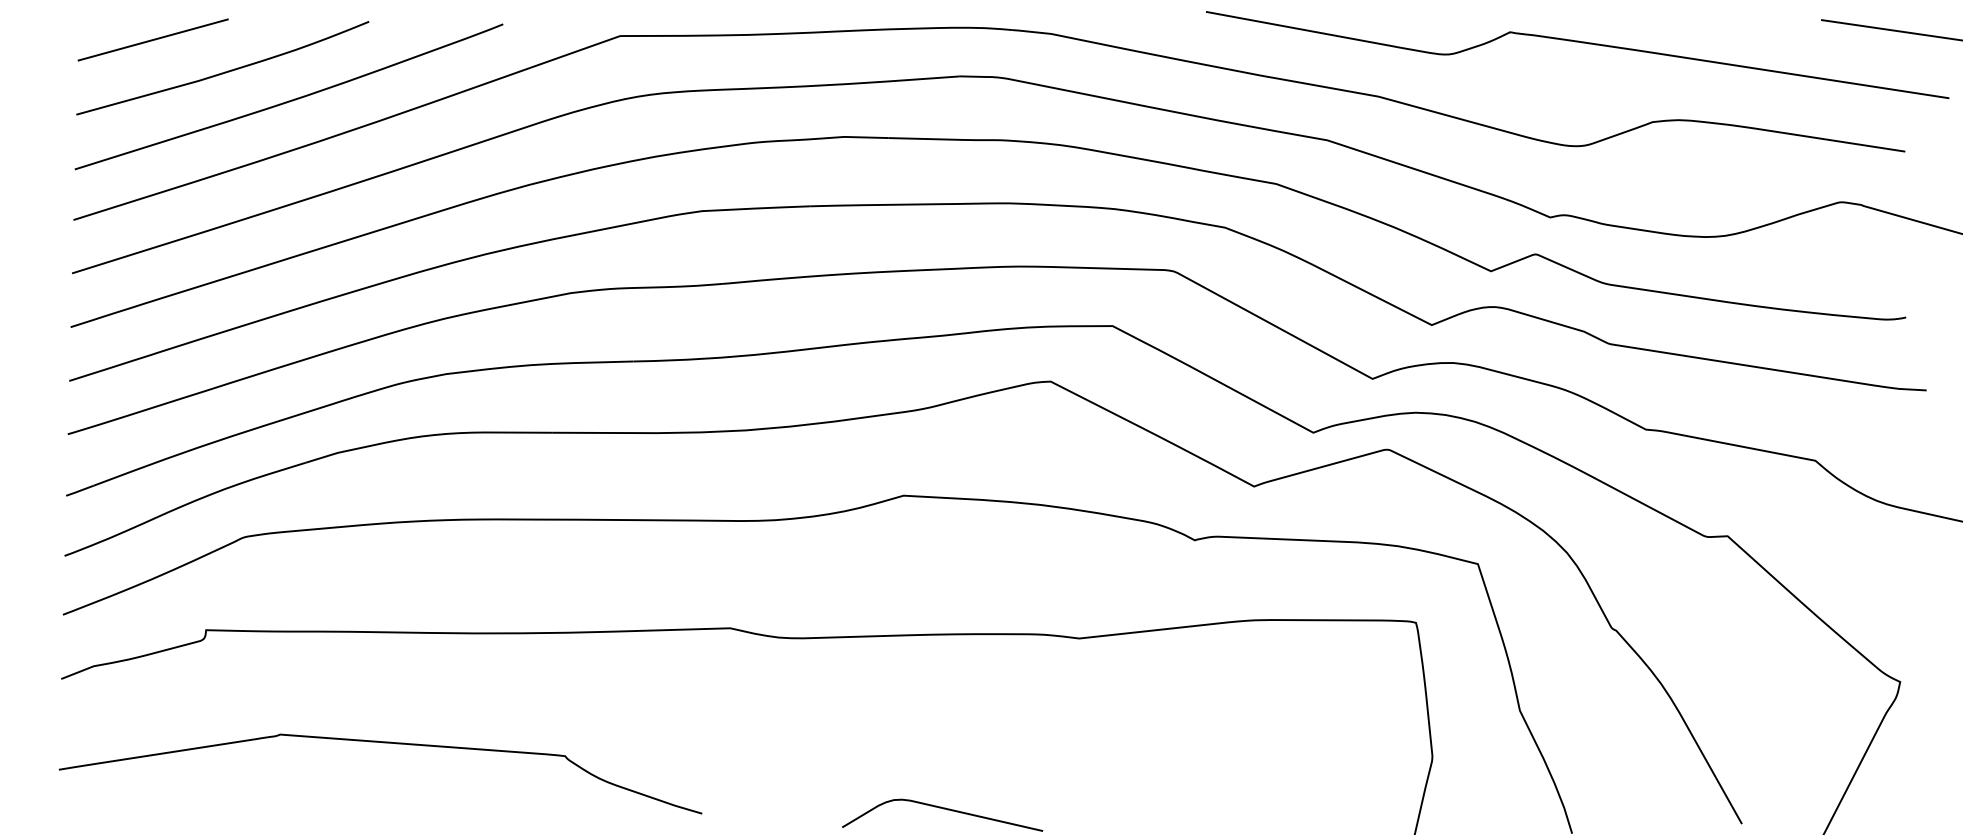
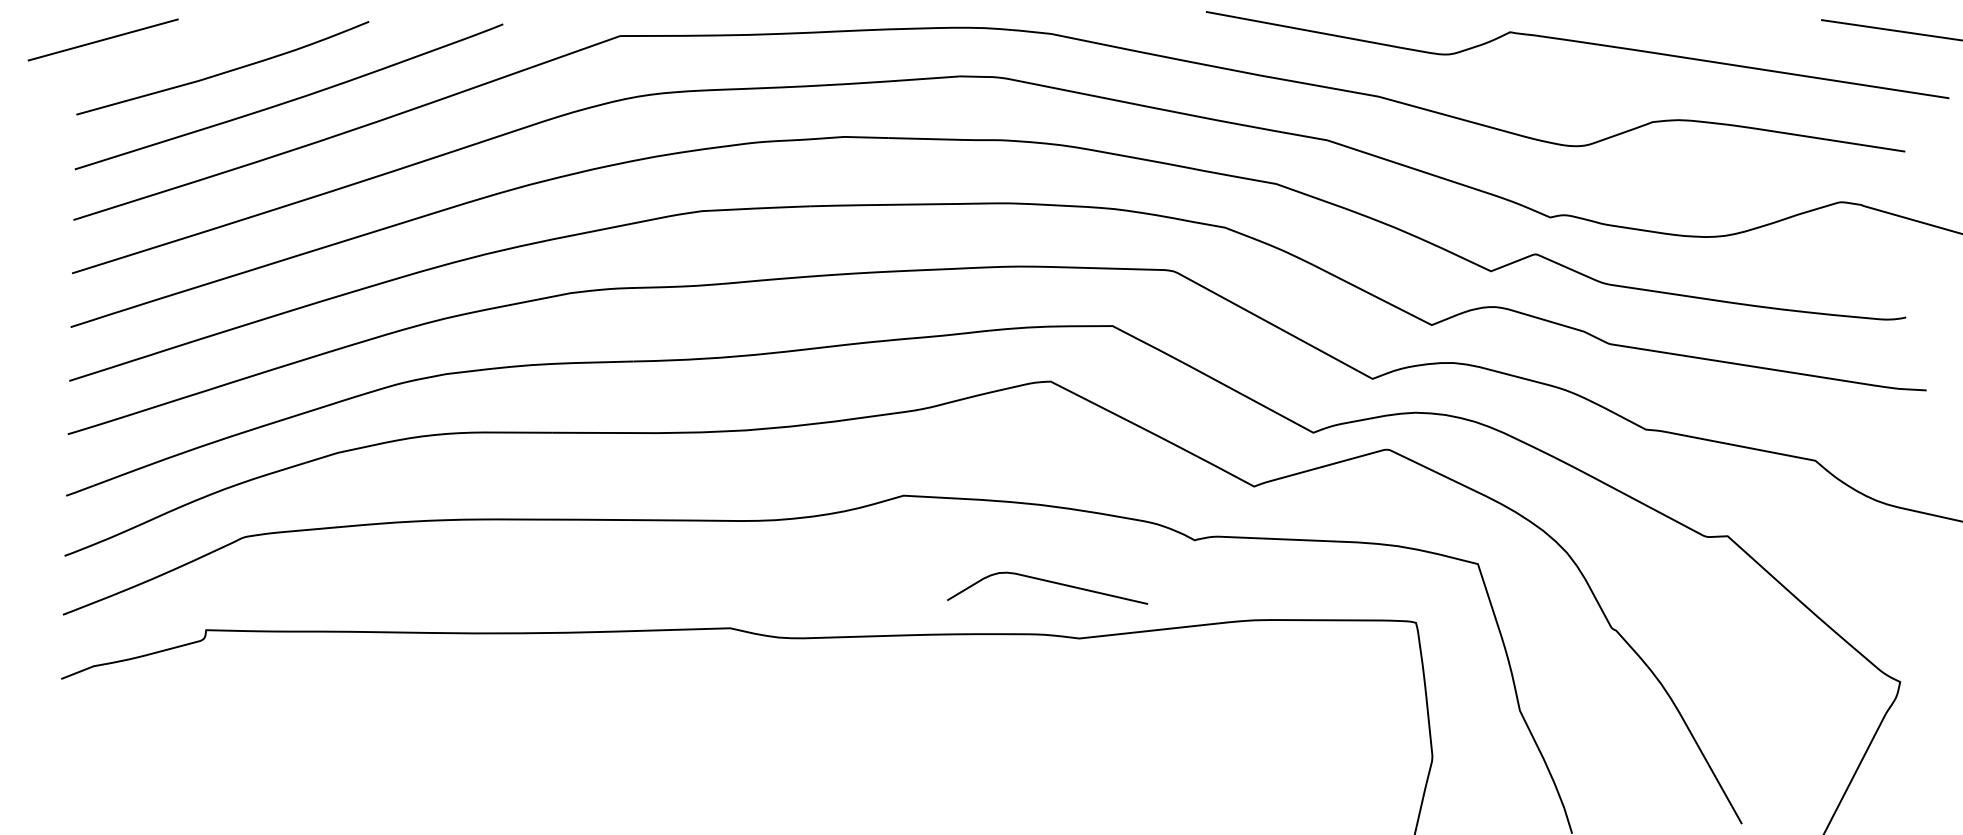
line at (152, 39) position: (152, 39) -> (102, 39)
curve at (382, 743): present -> none
curve at (943, 809) position: (943, 809) -> (1048, 582)
